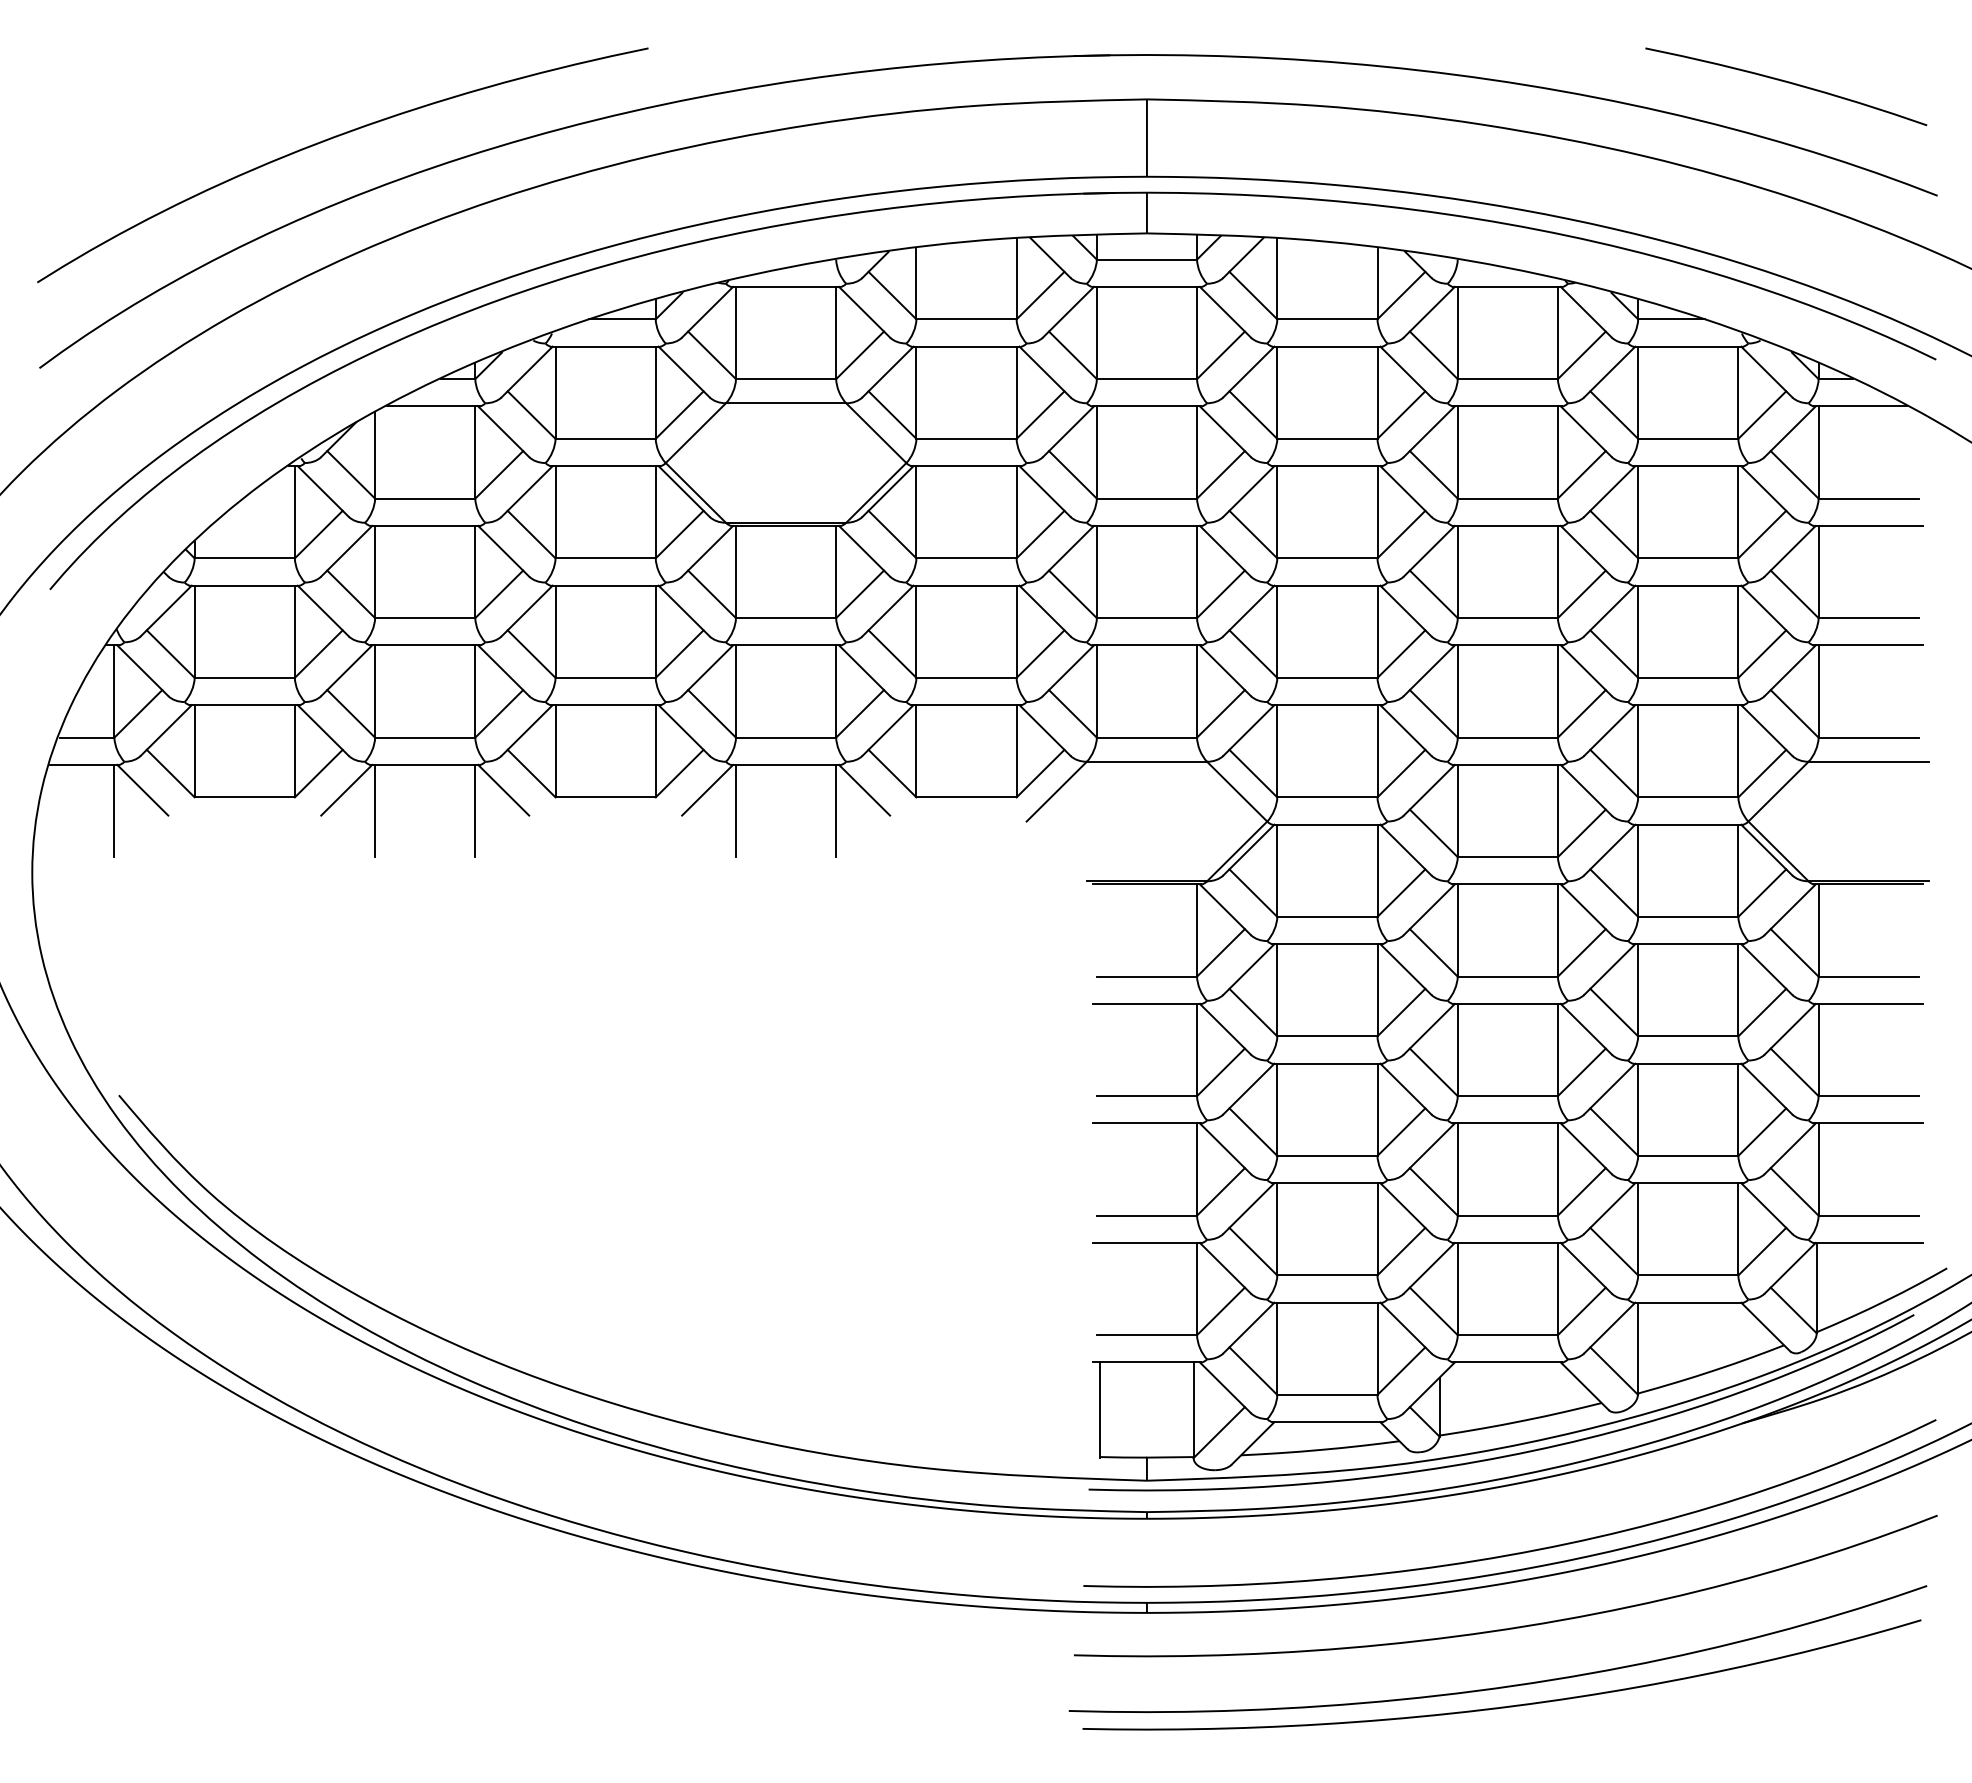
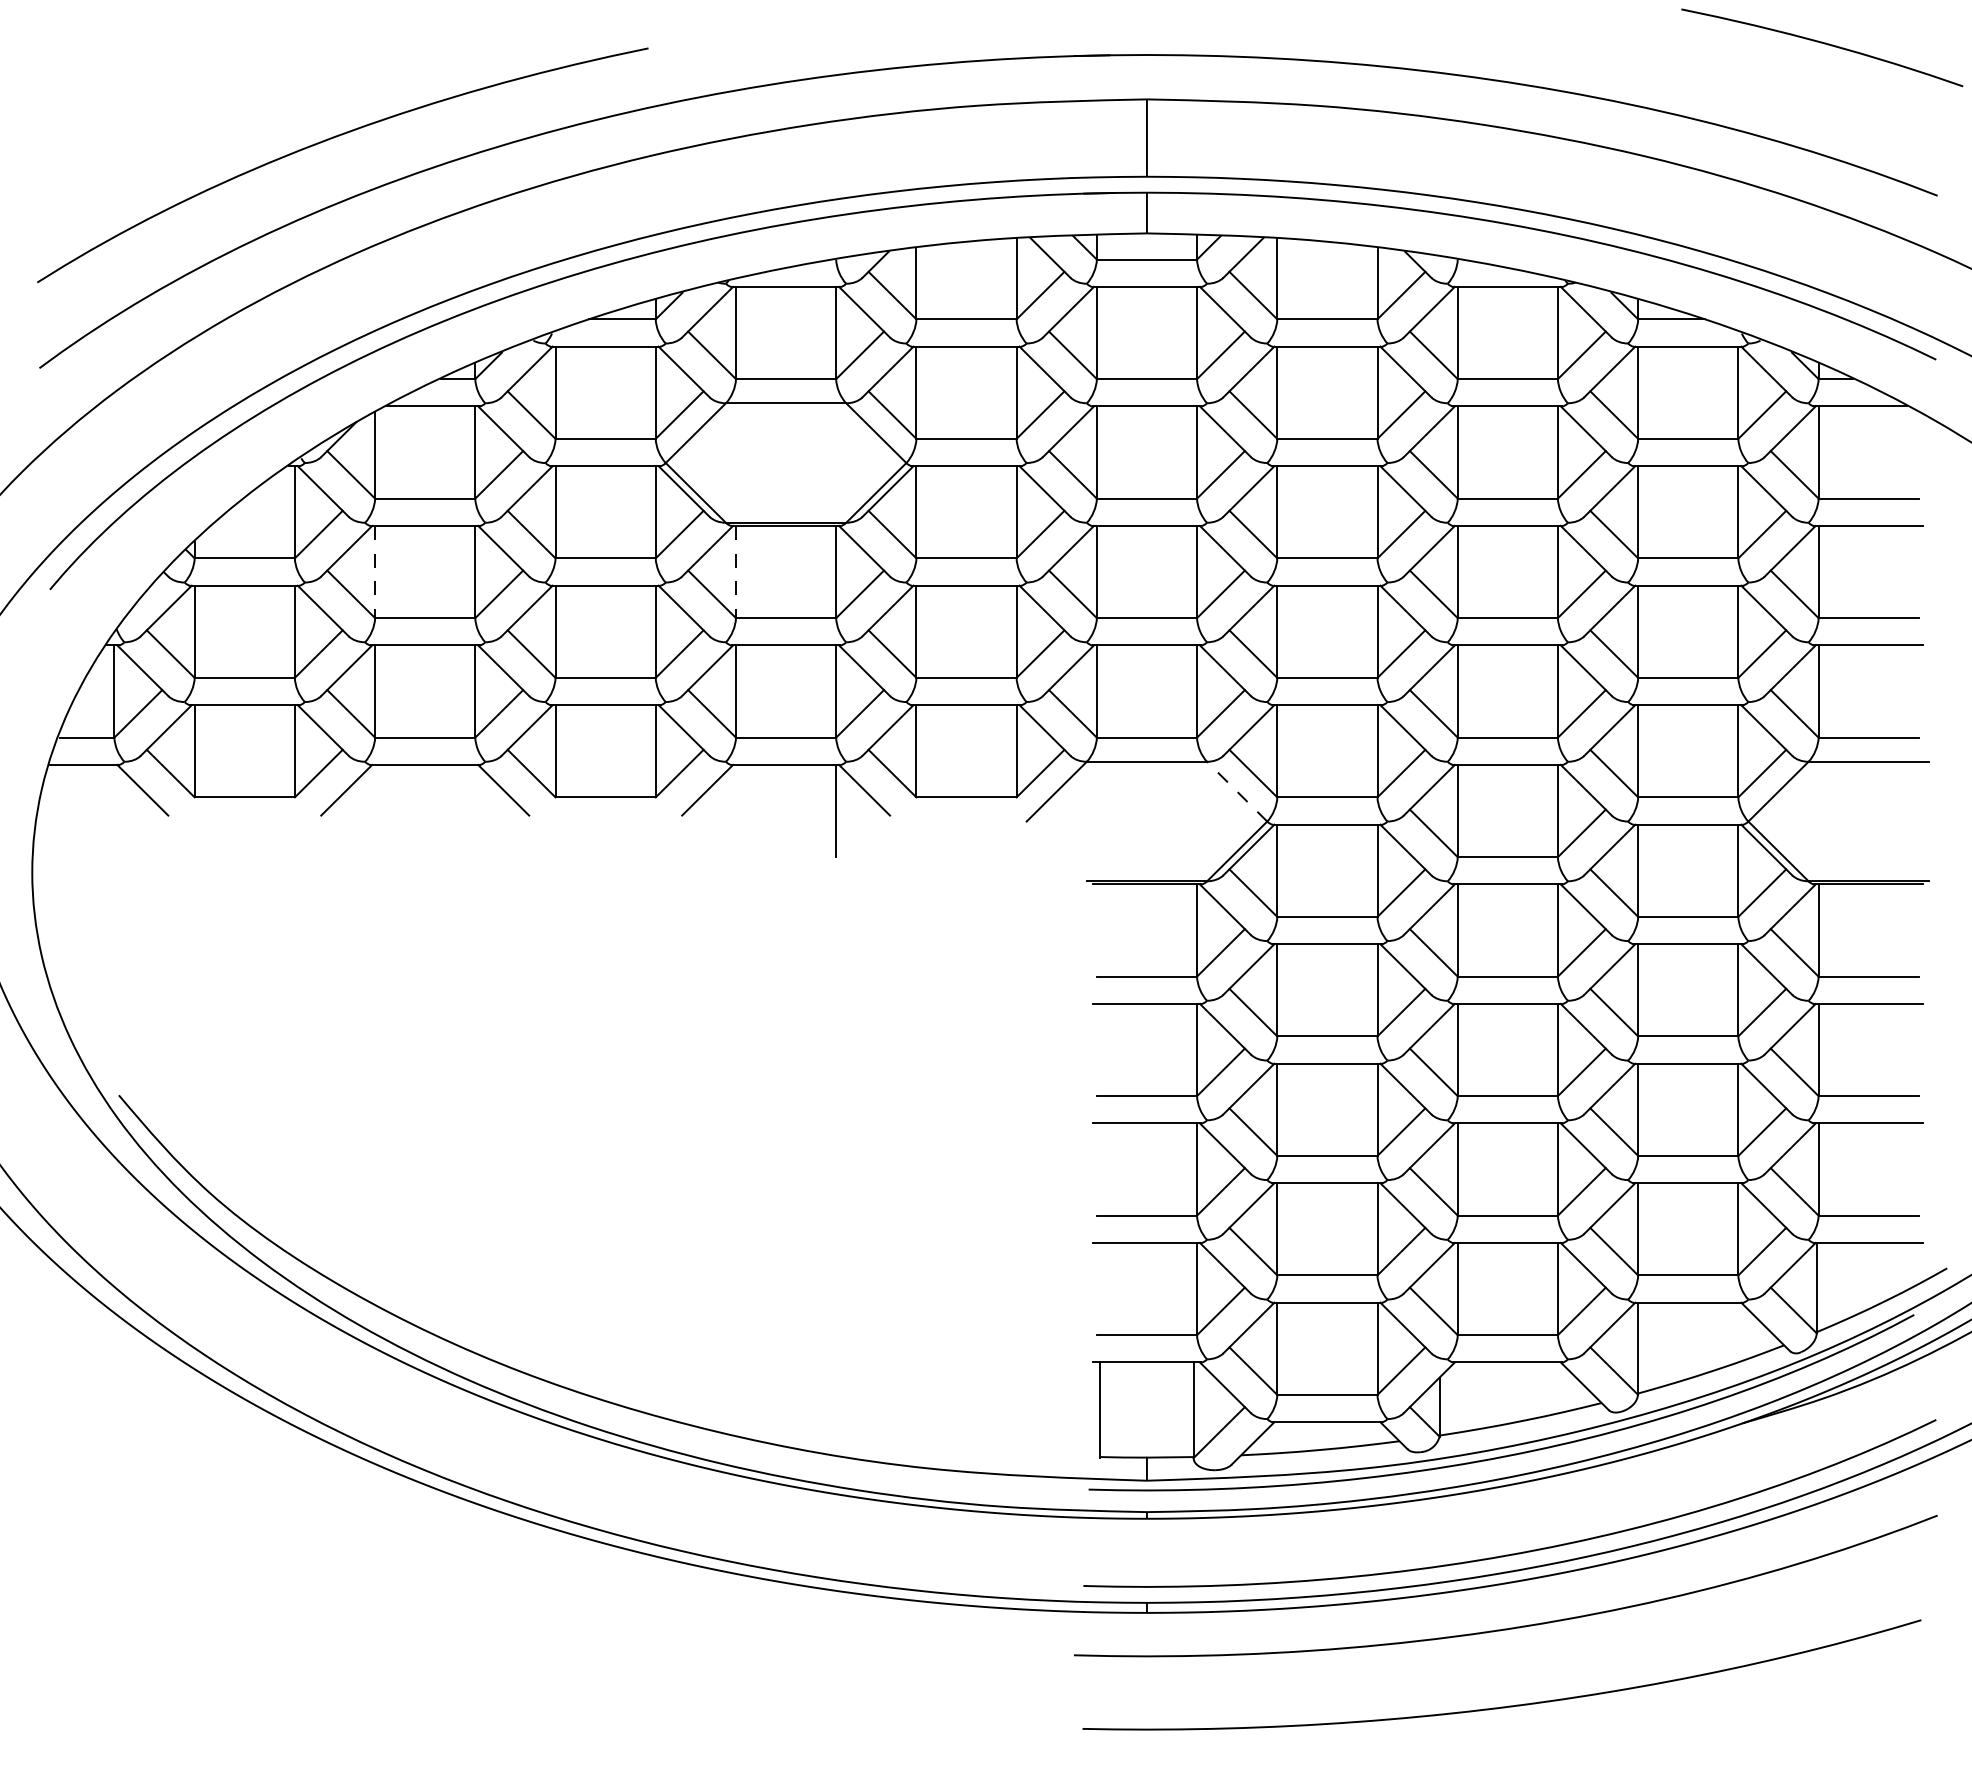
curve at (1788, 83) position: (1788, 83) -> (1824, 44)
line at (375, 572): solid -> dashed
line at (735, 572): solid -> dashed
line at (1236, 791): solid -> dashed
line at (114, 810): present -> none
line at (375, 810): present -> none
line at (475, 810): present -> none
line at (735, 810): present -> none
curve at (1500, 1686): present -> none
